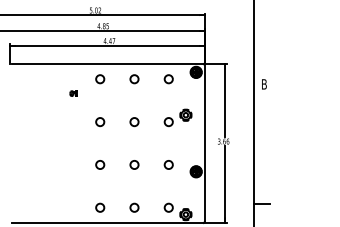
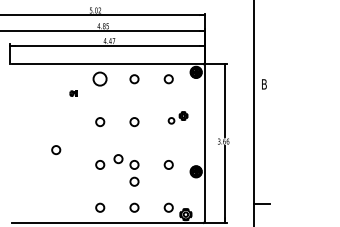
circle at (100, 79) size: 11x11 px -> 16x16 px
part at (177, 117) size: 30x20 px -> 22x14 px
circle at (56, 150): none -> present
circle at (118, 159): none -> present
circle at (134, 181): none -> present
